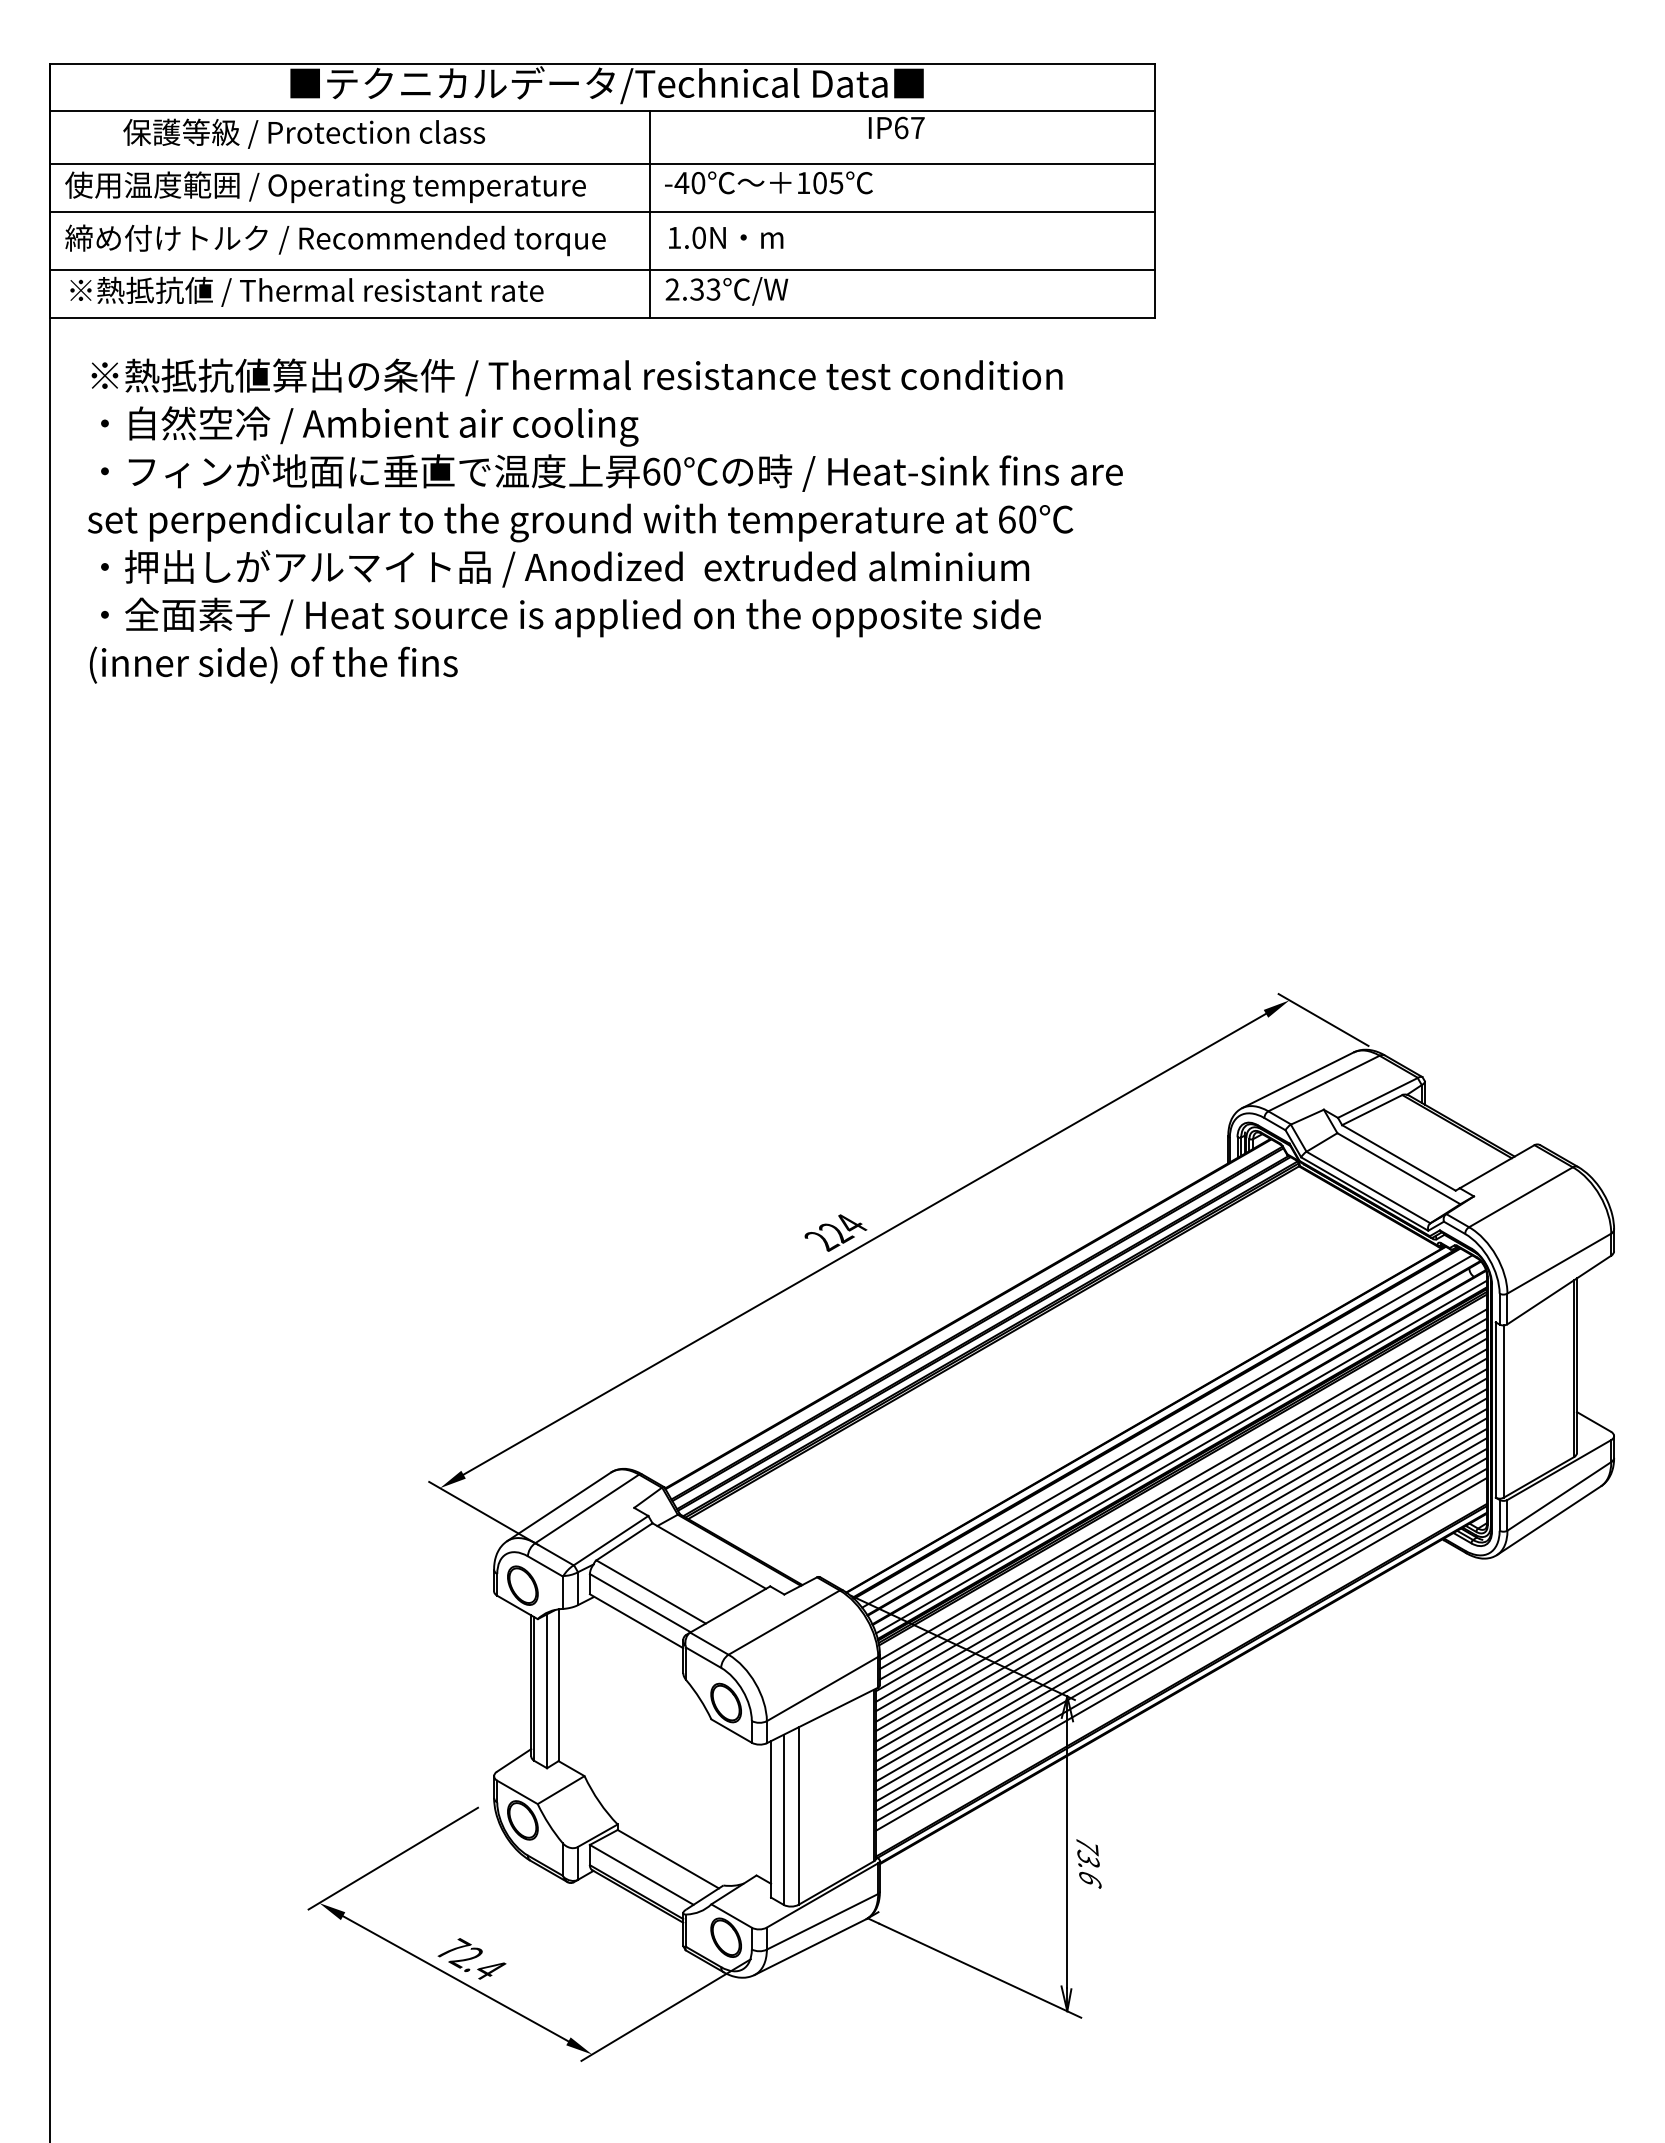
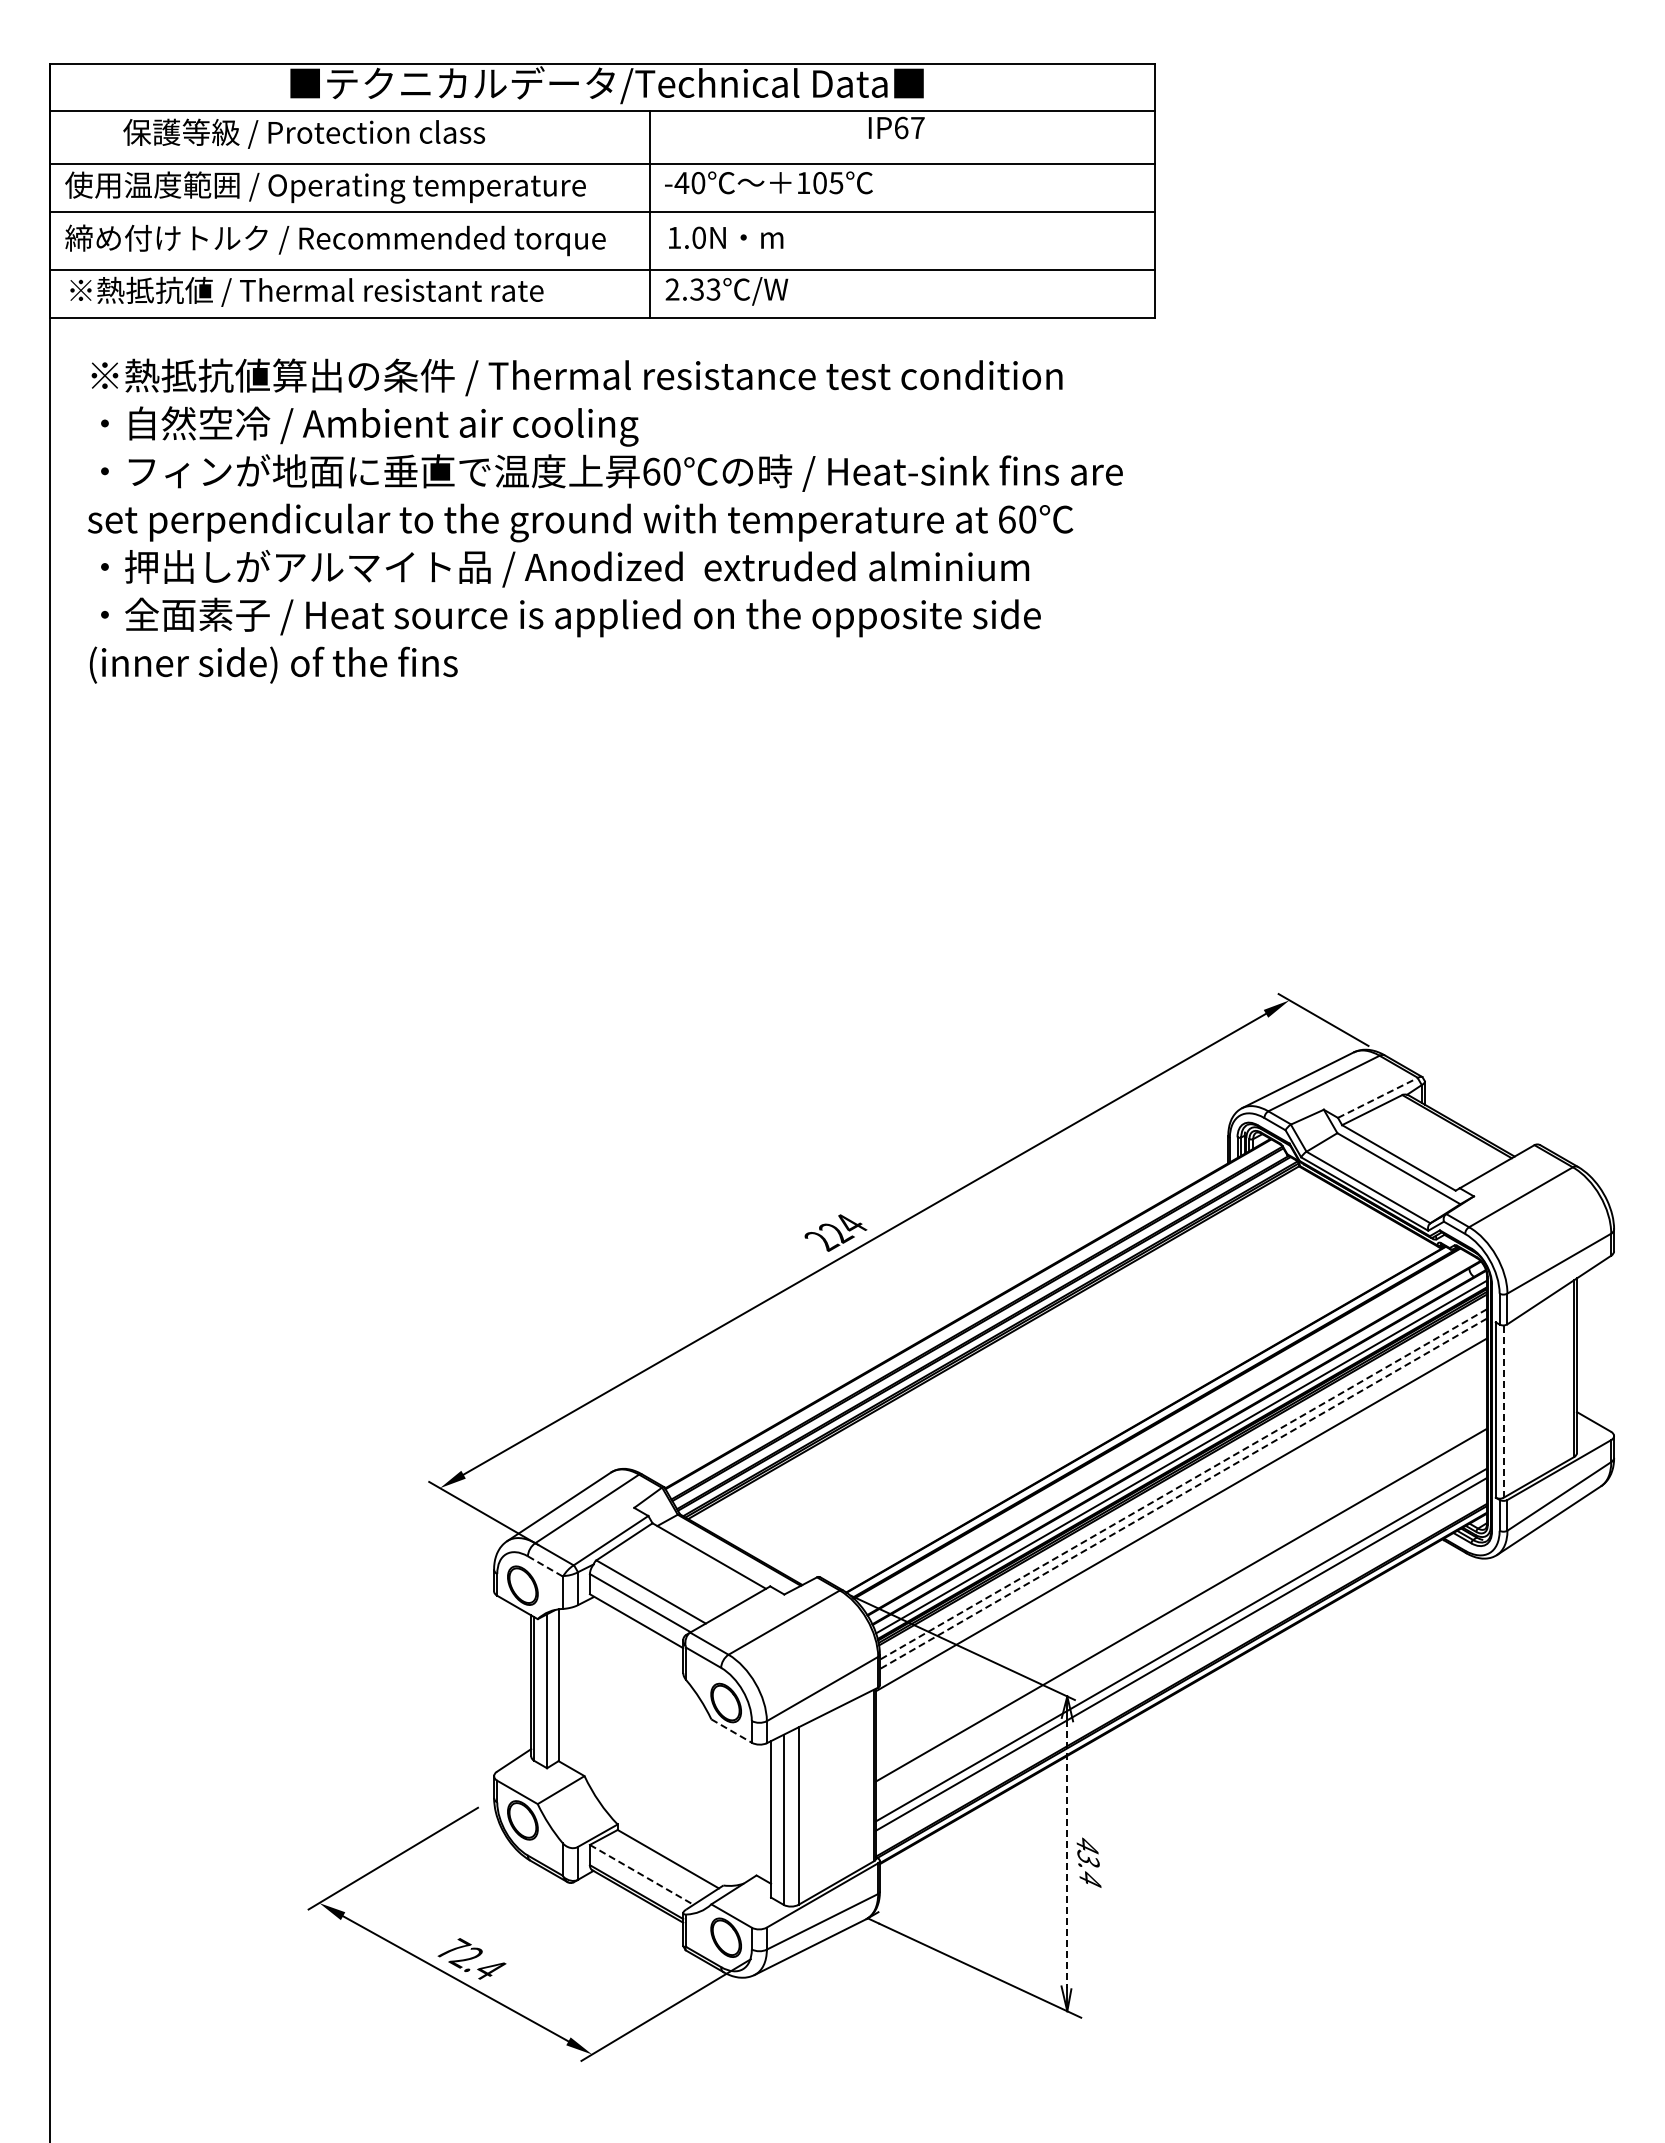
line at (1377, 1097): solid -> dashed
line at (1503, 1411): solid -> dashed
line at (1167, 1431): present -> none
line at (1183, 1484): solid -> dashed
line at (1183, 1494): solid -> dashed
line at (1182, 1504): present -> none
line at (1181, 1525): present -> none
line at (1181, 1534): present -> none
line at (1181, 1545): present -> none
line at (1181, 1554): present -> none
line at (1181, 1564): present -> none
line at (545, 1566): solid -> dashed
line at (1181, 1574): present -> none
line at (1181, 1584): present -> none
line at (1181, 1594): present -> none
line at (1181, 1614): present -> none
line at (1181, 1624): present -> none
line at (1181, 1634): present -> none
line at (732, 1731): solid -> dashed
line at (1067, 1854): solid -> dashed
text at (1088, 1862): 73.6 -> 43.4
line at (641, 1874): solid -> dashed
